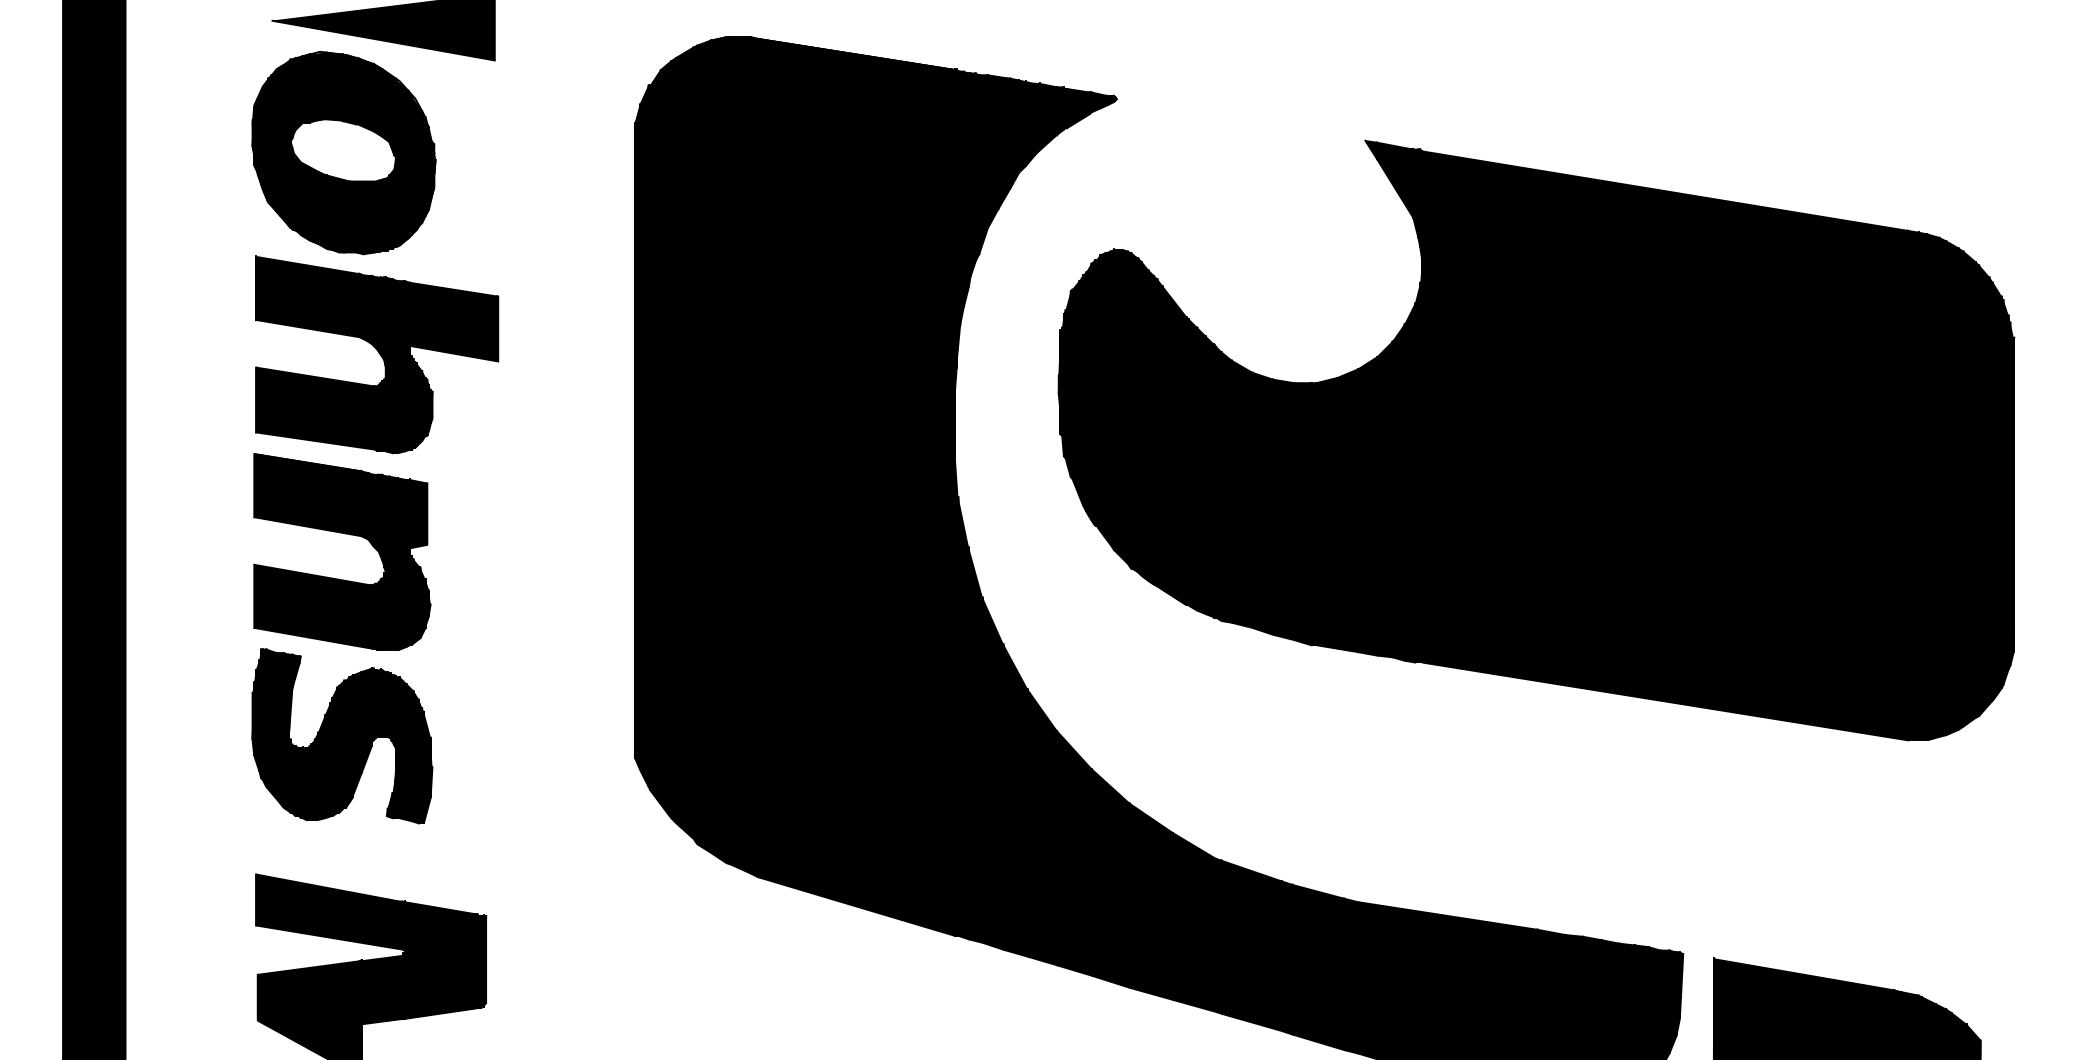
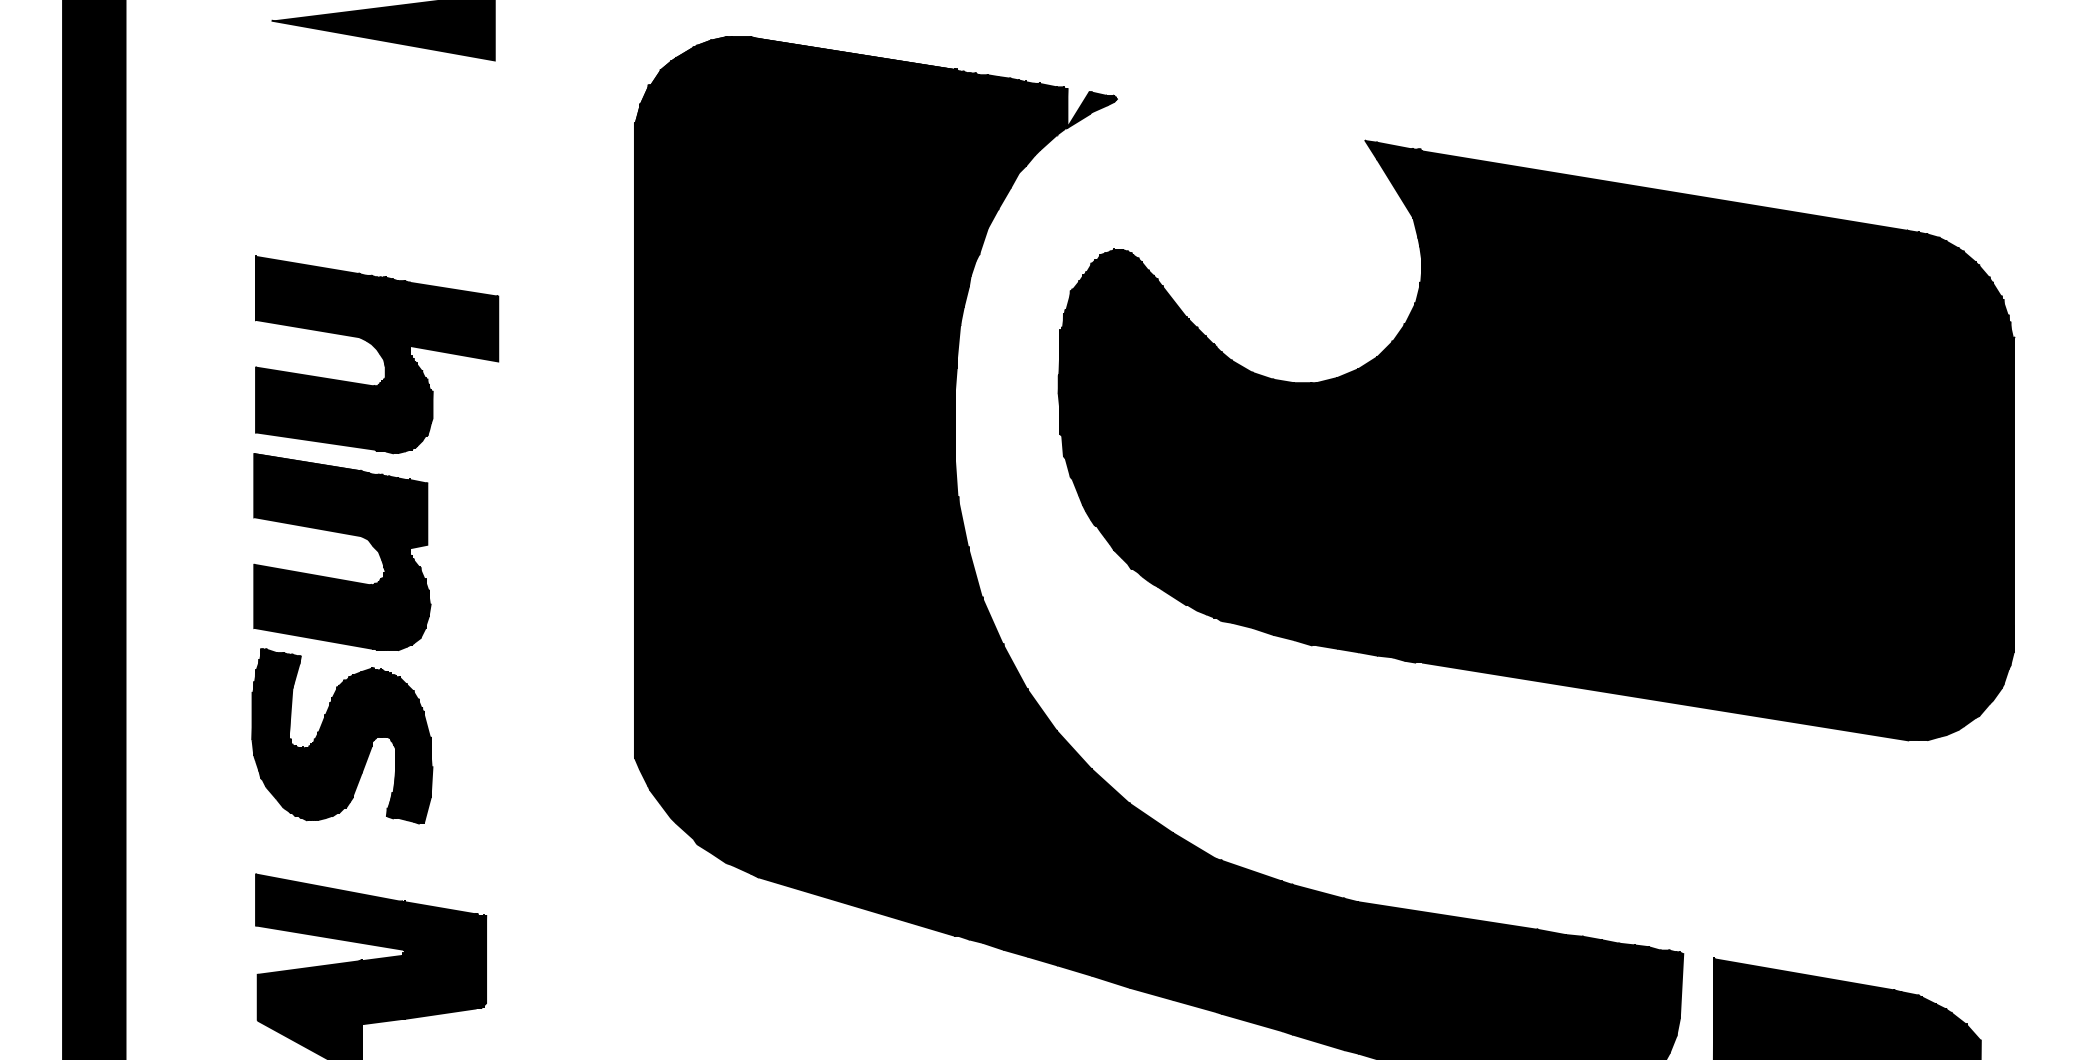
fill at (1078, 107): present -> none
part at (343, 152): present -> none
